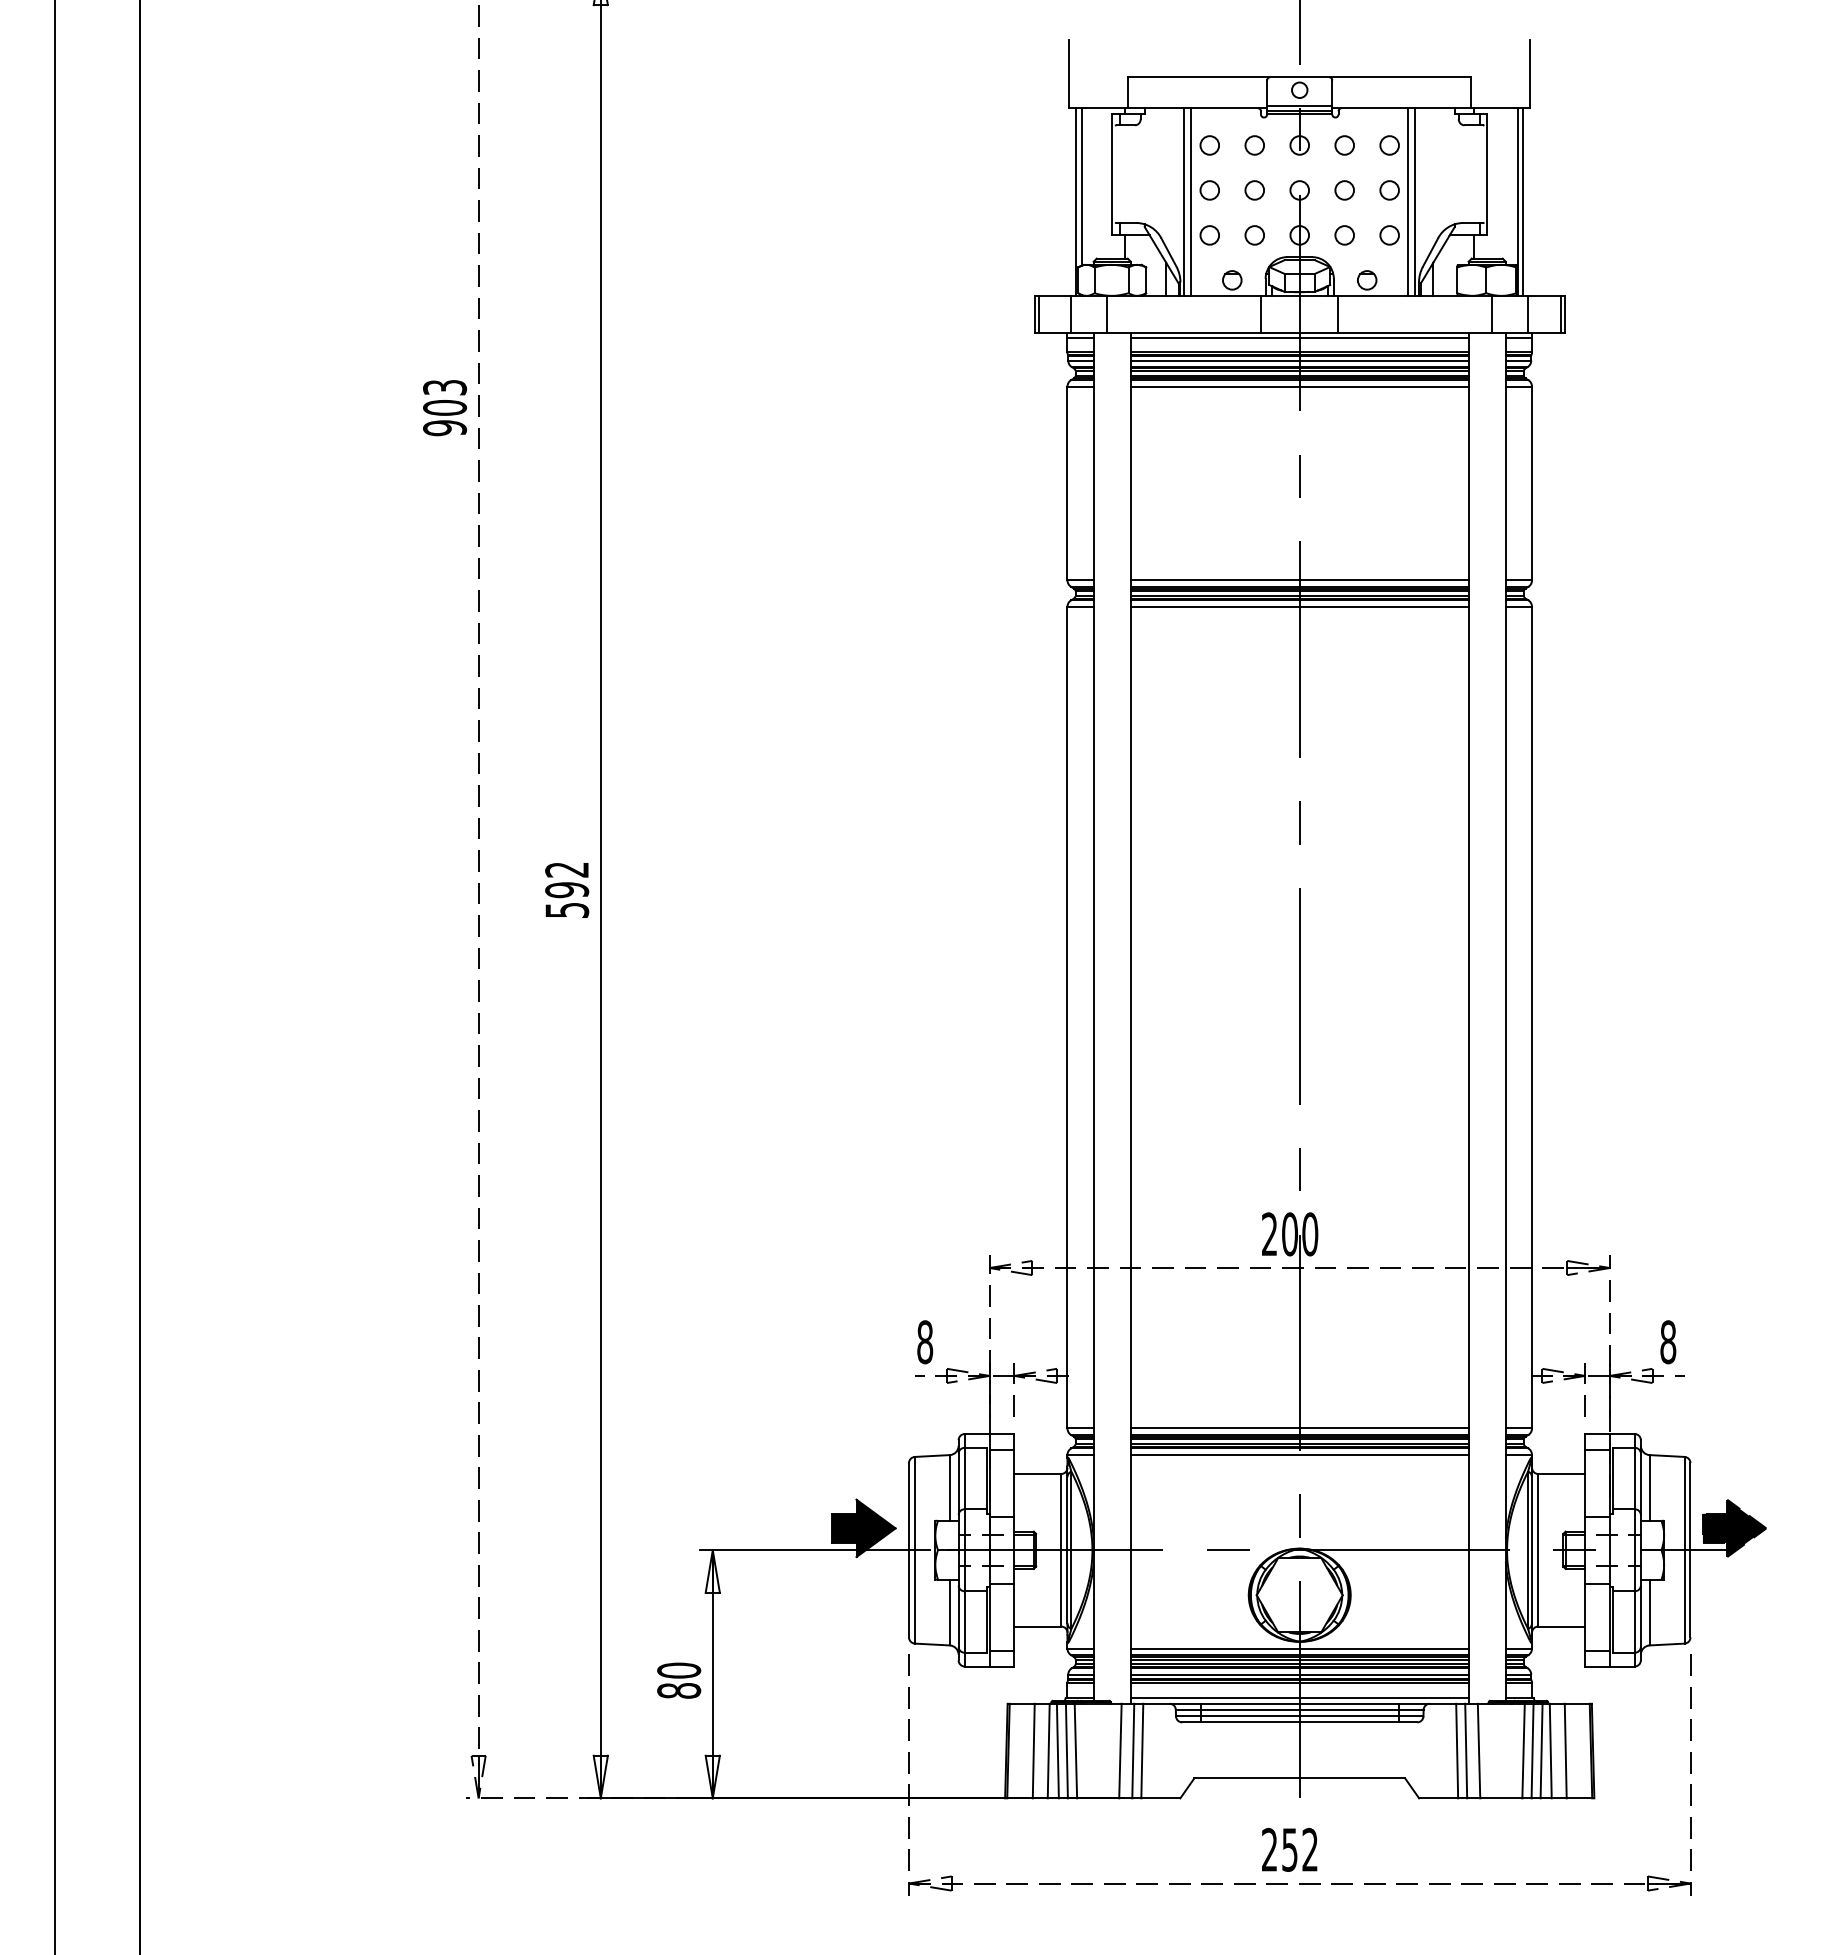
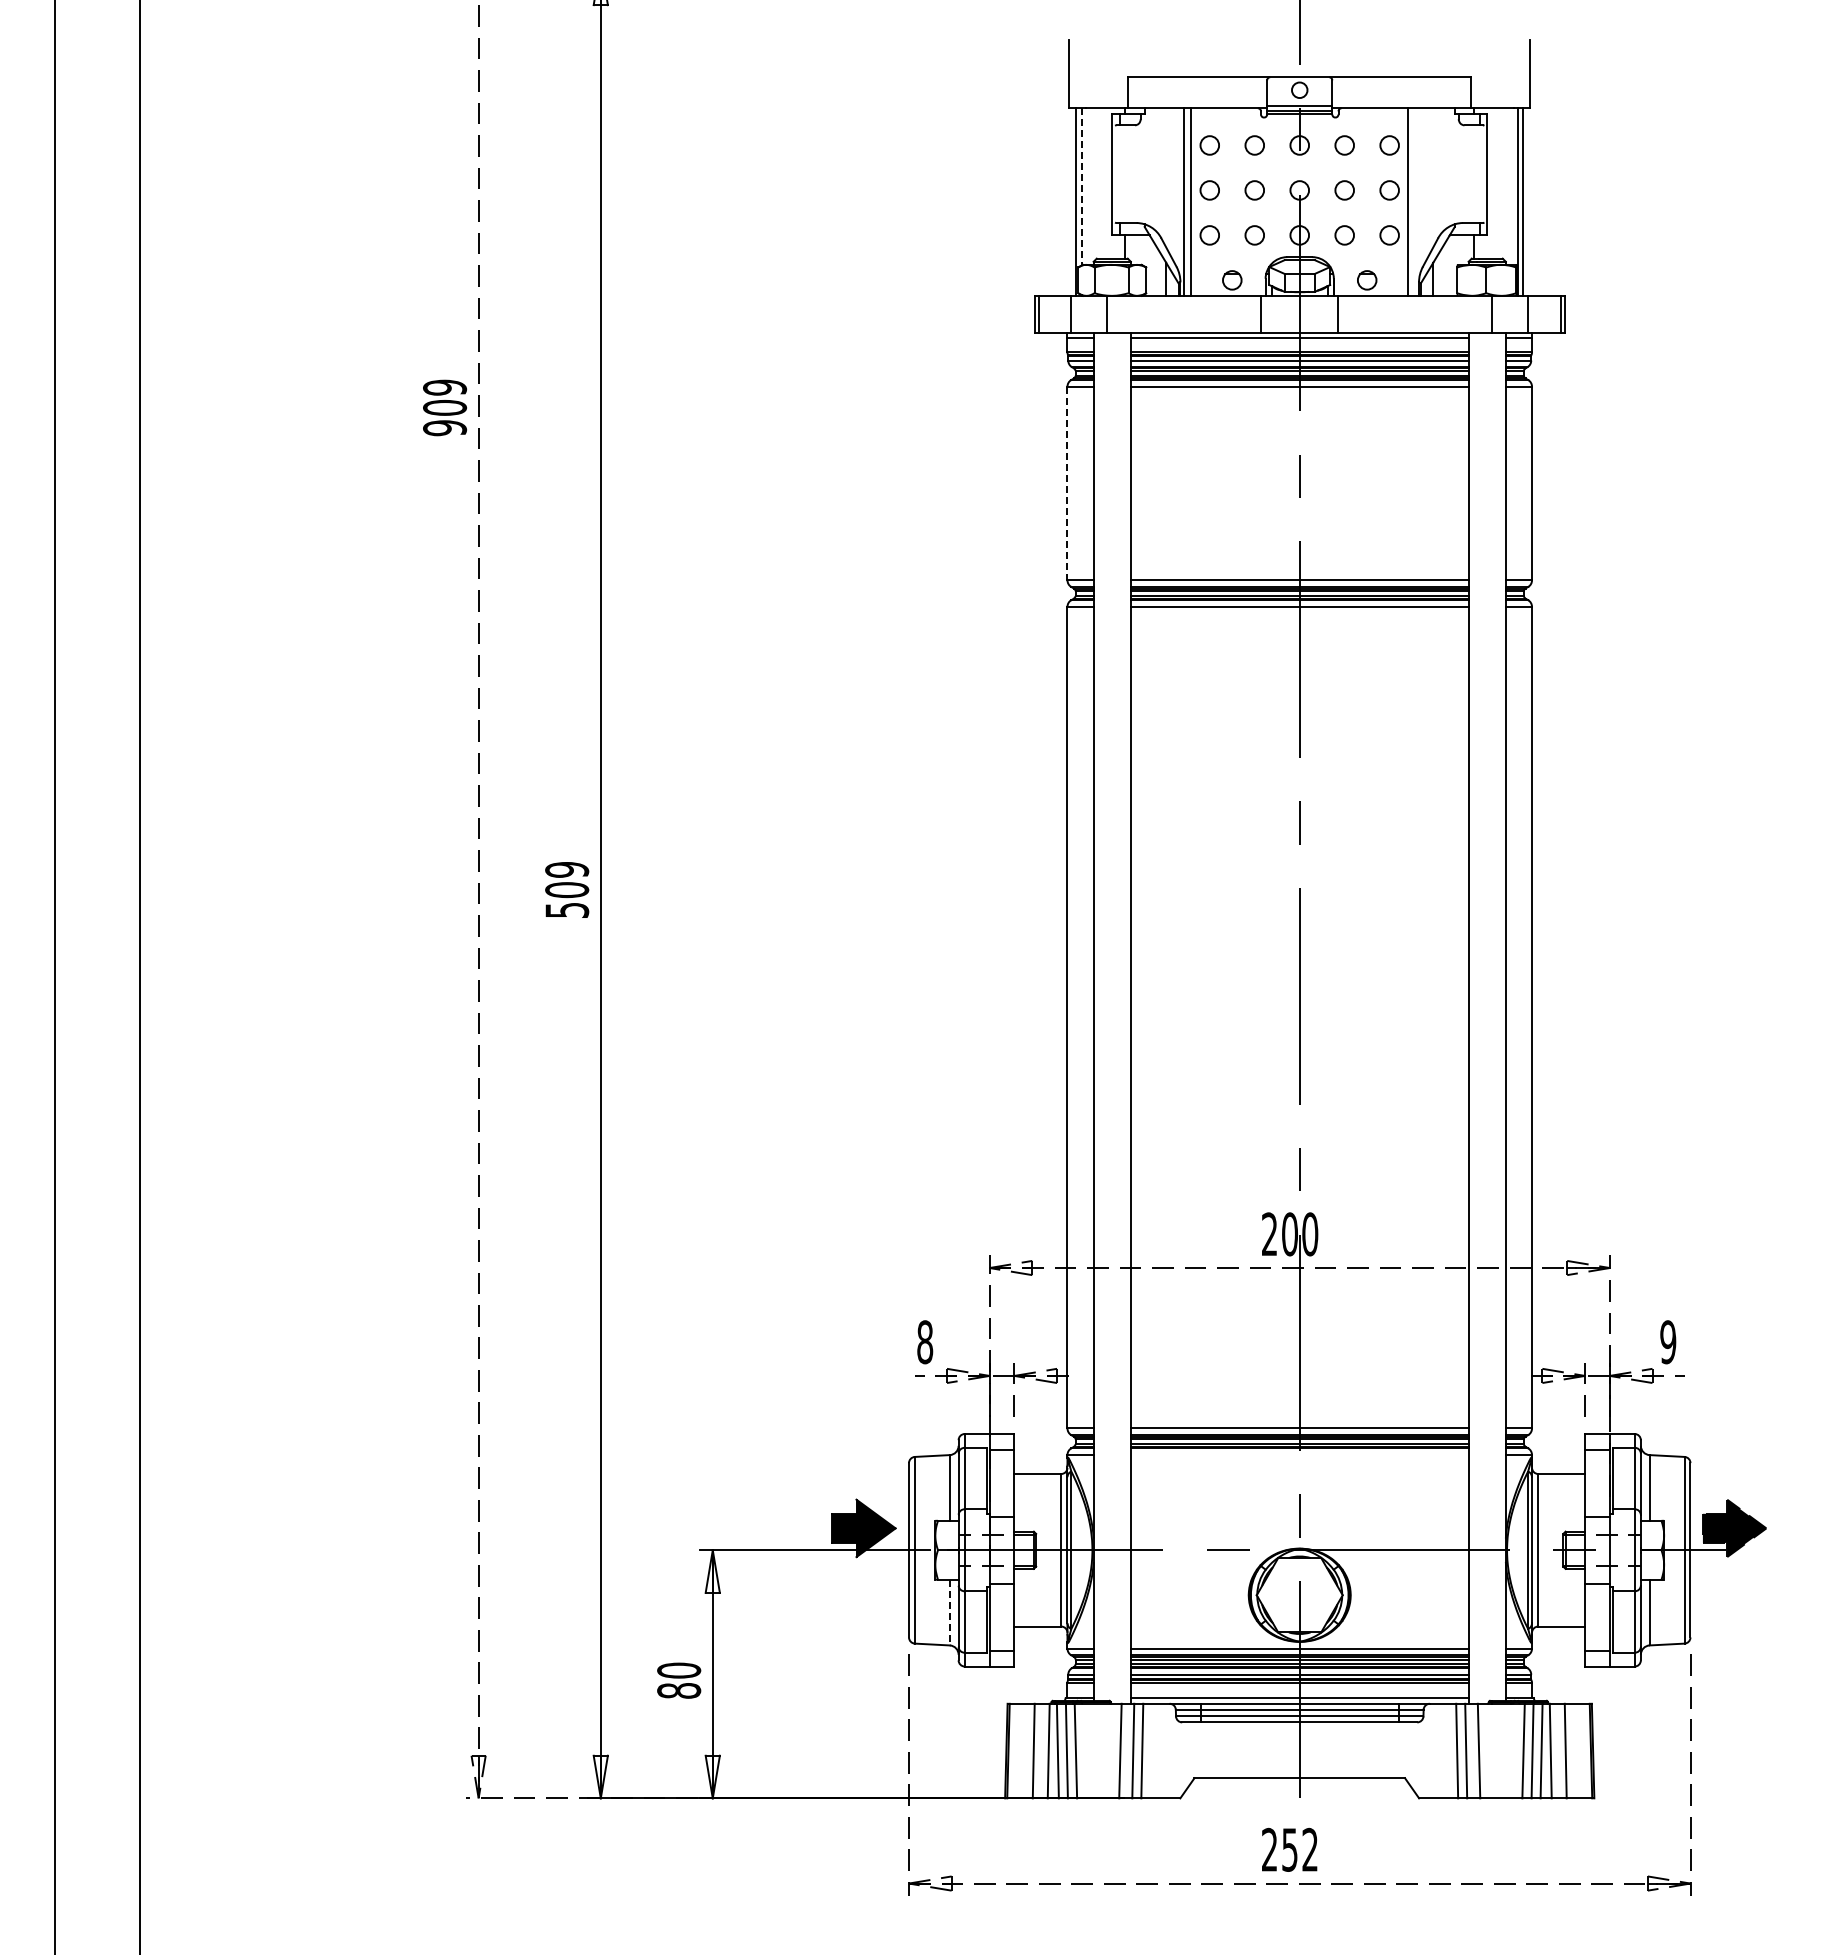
line at (1081, 186): solid -> dashed
line at (1415, 201): present -> none
text at (444, 387): 903 -> 909
line at (1067, 483): solid -> dashed
text at (567, 880): 592 -> 509
text at (1668, 1342): 8 -> 9
line at (1299, 1455): present -> none
line at (949, 1612): solid -> dashed
